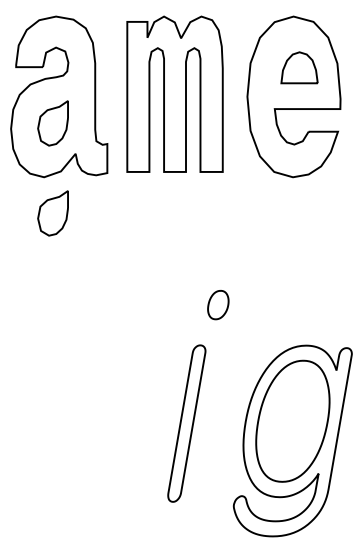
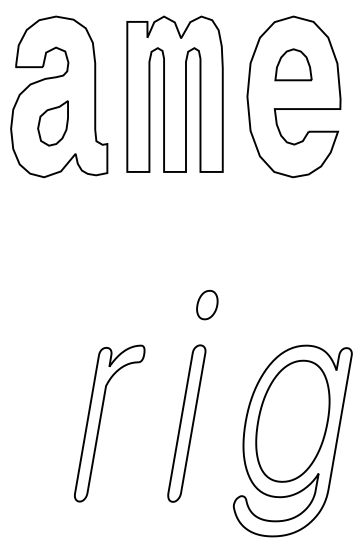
part at (299, 67) position: (299, 67) -> (293, 64)
part at (52, 213): present -> none
part at (218, 305) position: (218, 305) -> (207, 305)
part at (101, 419): none -> present
